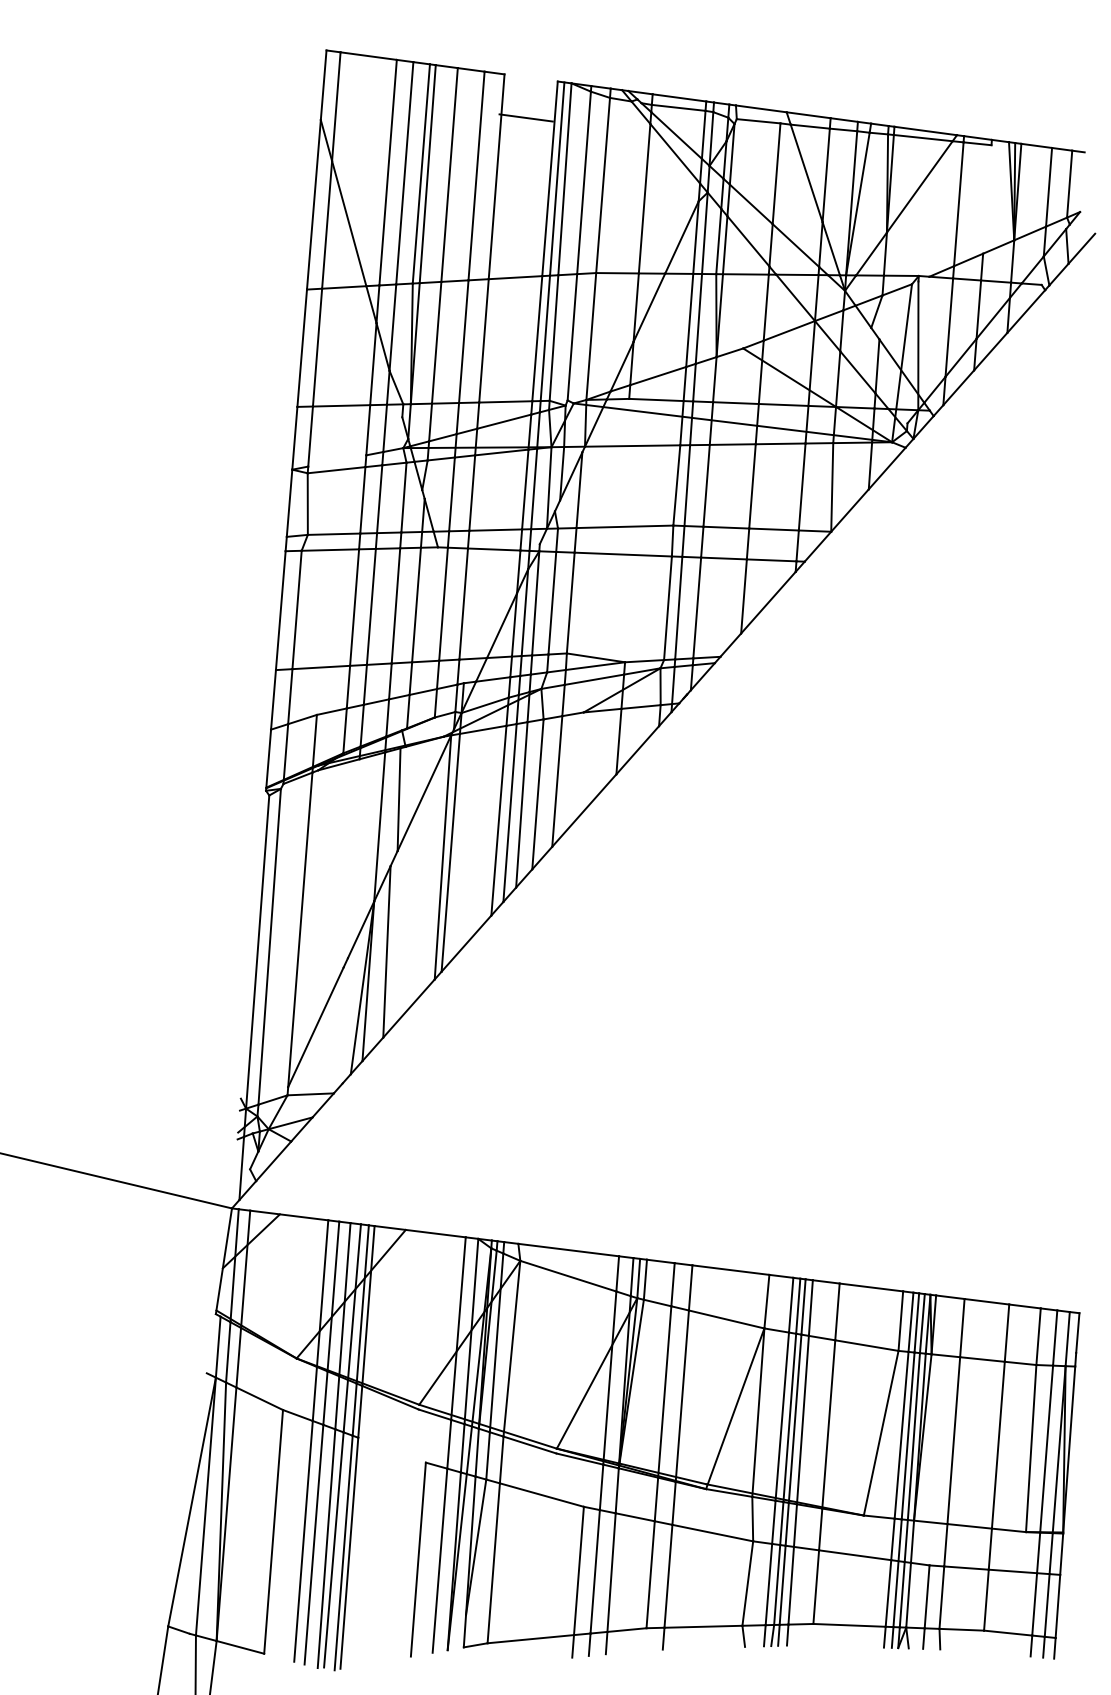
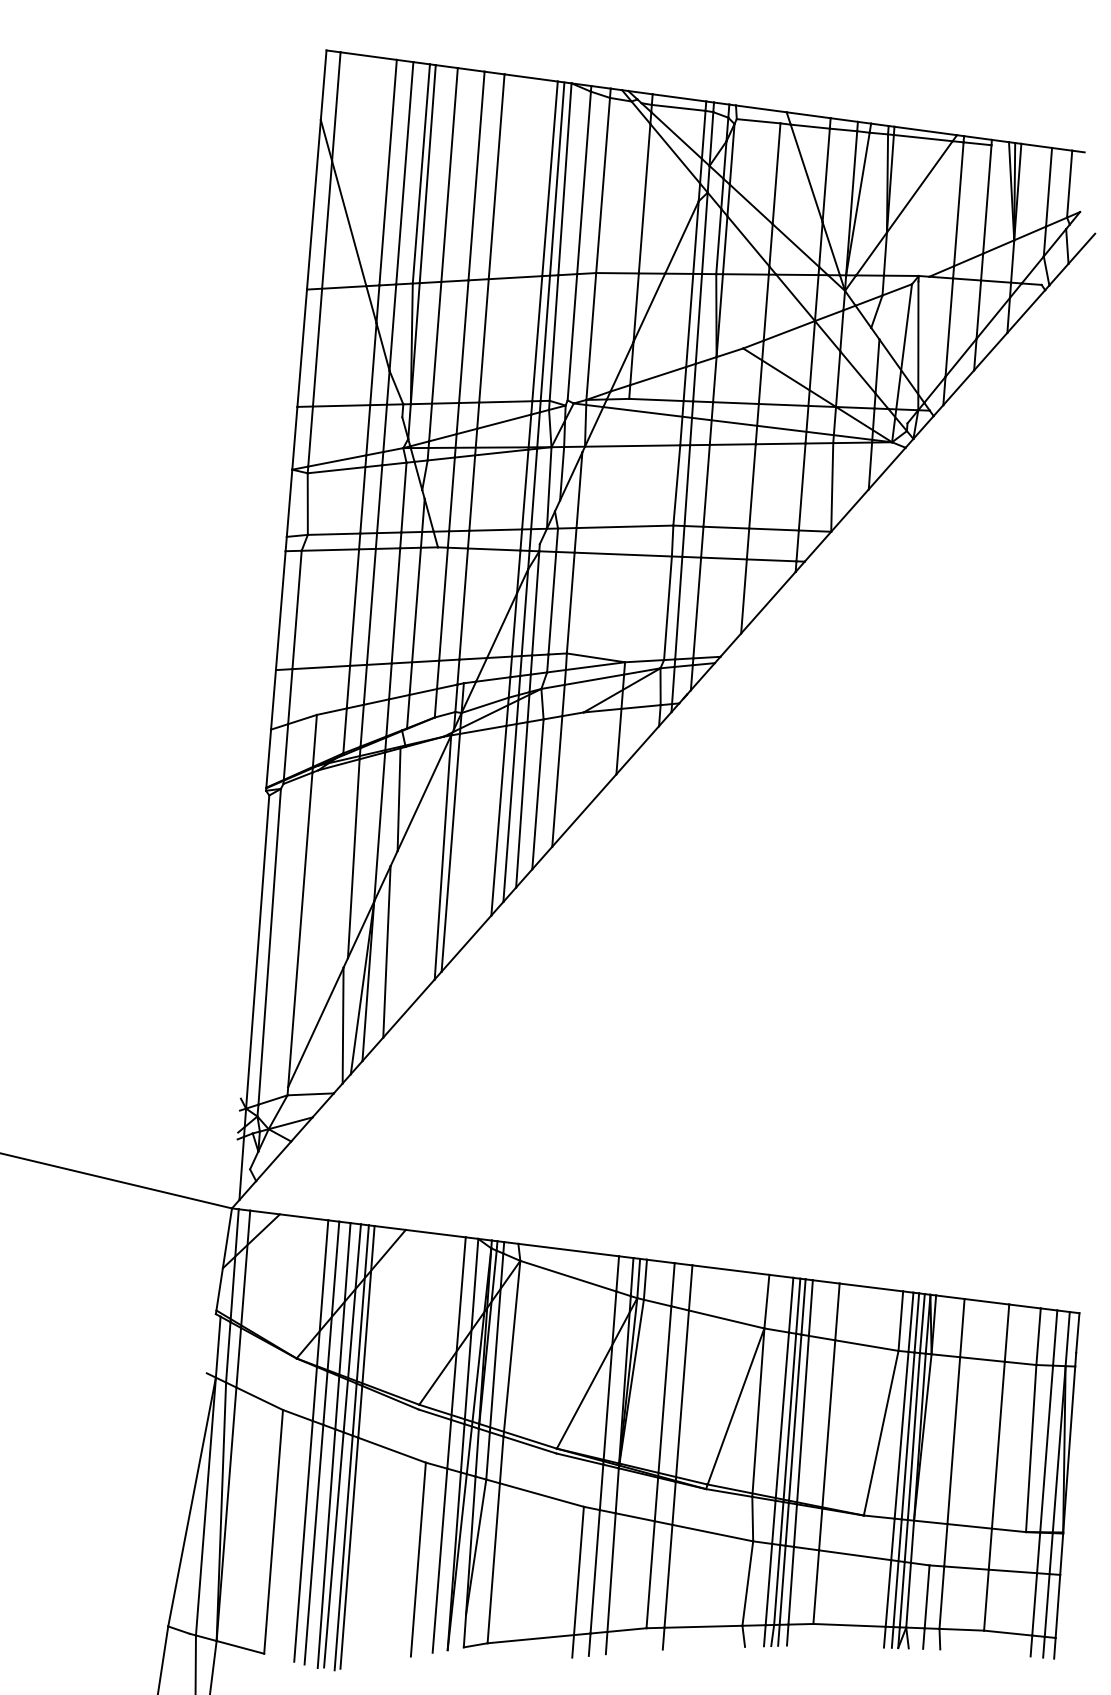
line at (525, 117) position: (525, 117) -> (530, 77)
line at (987, 199): none -> present
line at (337, 460): none -> present
line at (353, 858): none -> present
line at (342, 1025): none -> present
line at (391, 1449): none -> present
